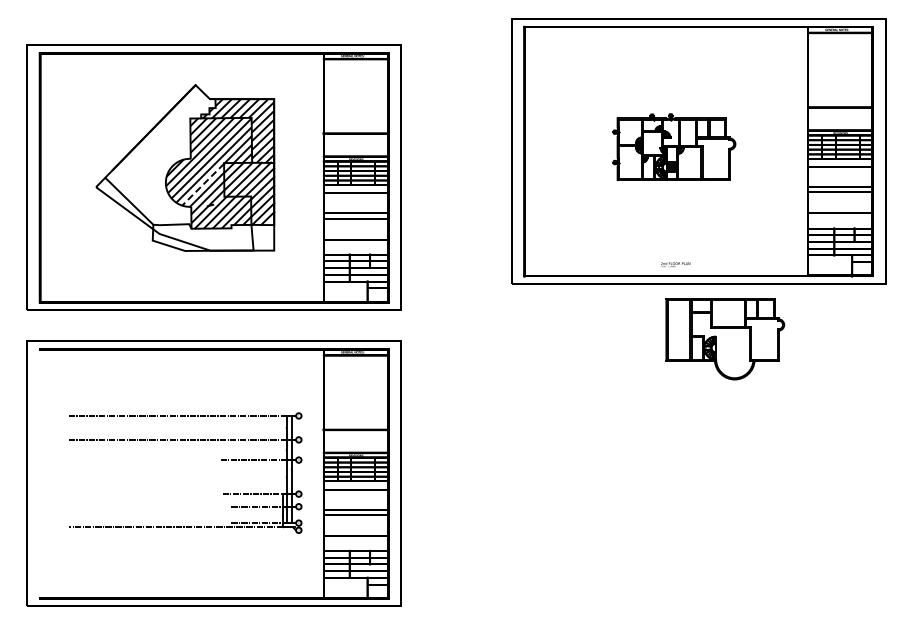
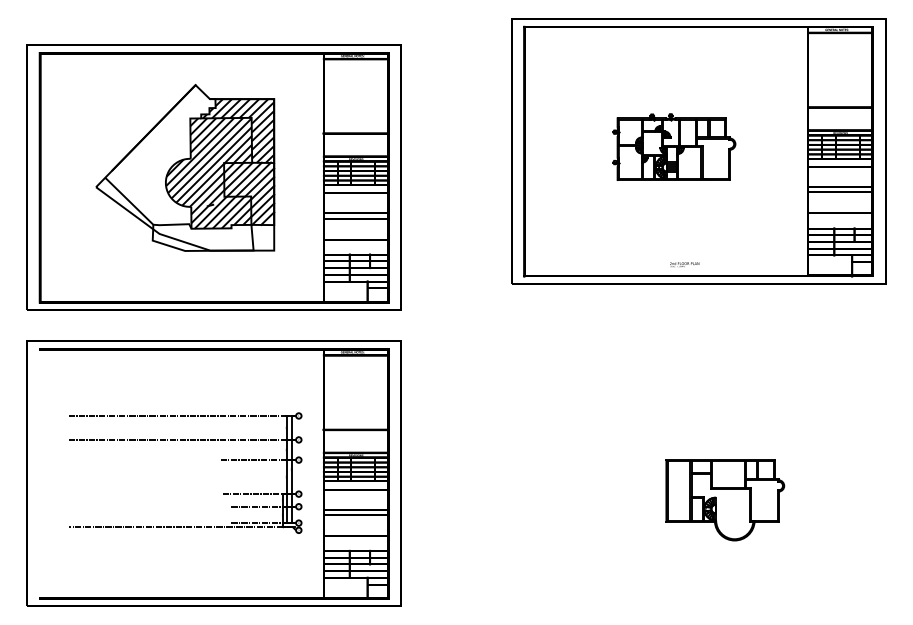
line at (203, 184): dashed -> solid
text at (675, 264) position: (675, 264) -> (684, 264)
part at (725, 339) position: (725, 339) -> (725, 500)
